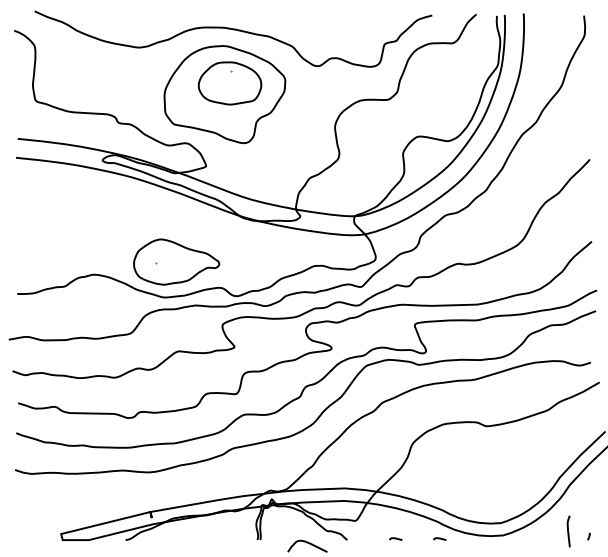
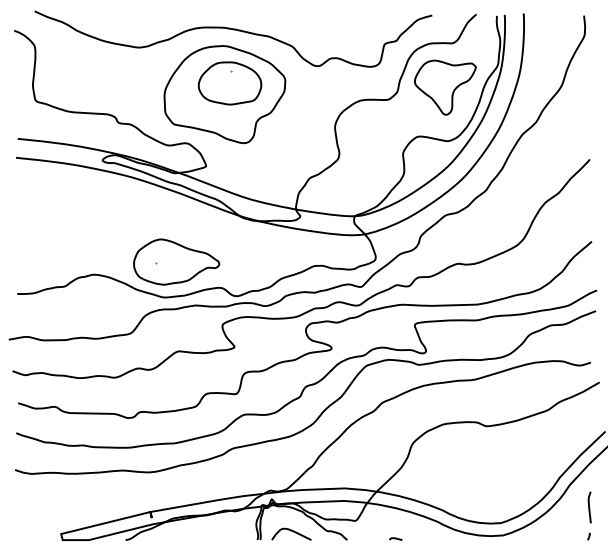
part at (445, 87): none -> present
curve at (568, 531) position: (568, 531) -> (589, 507)
curve at (439, 538): present -> none
curve at (307, 543) position: (307, 543) -> (291, 531)
